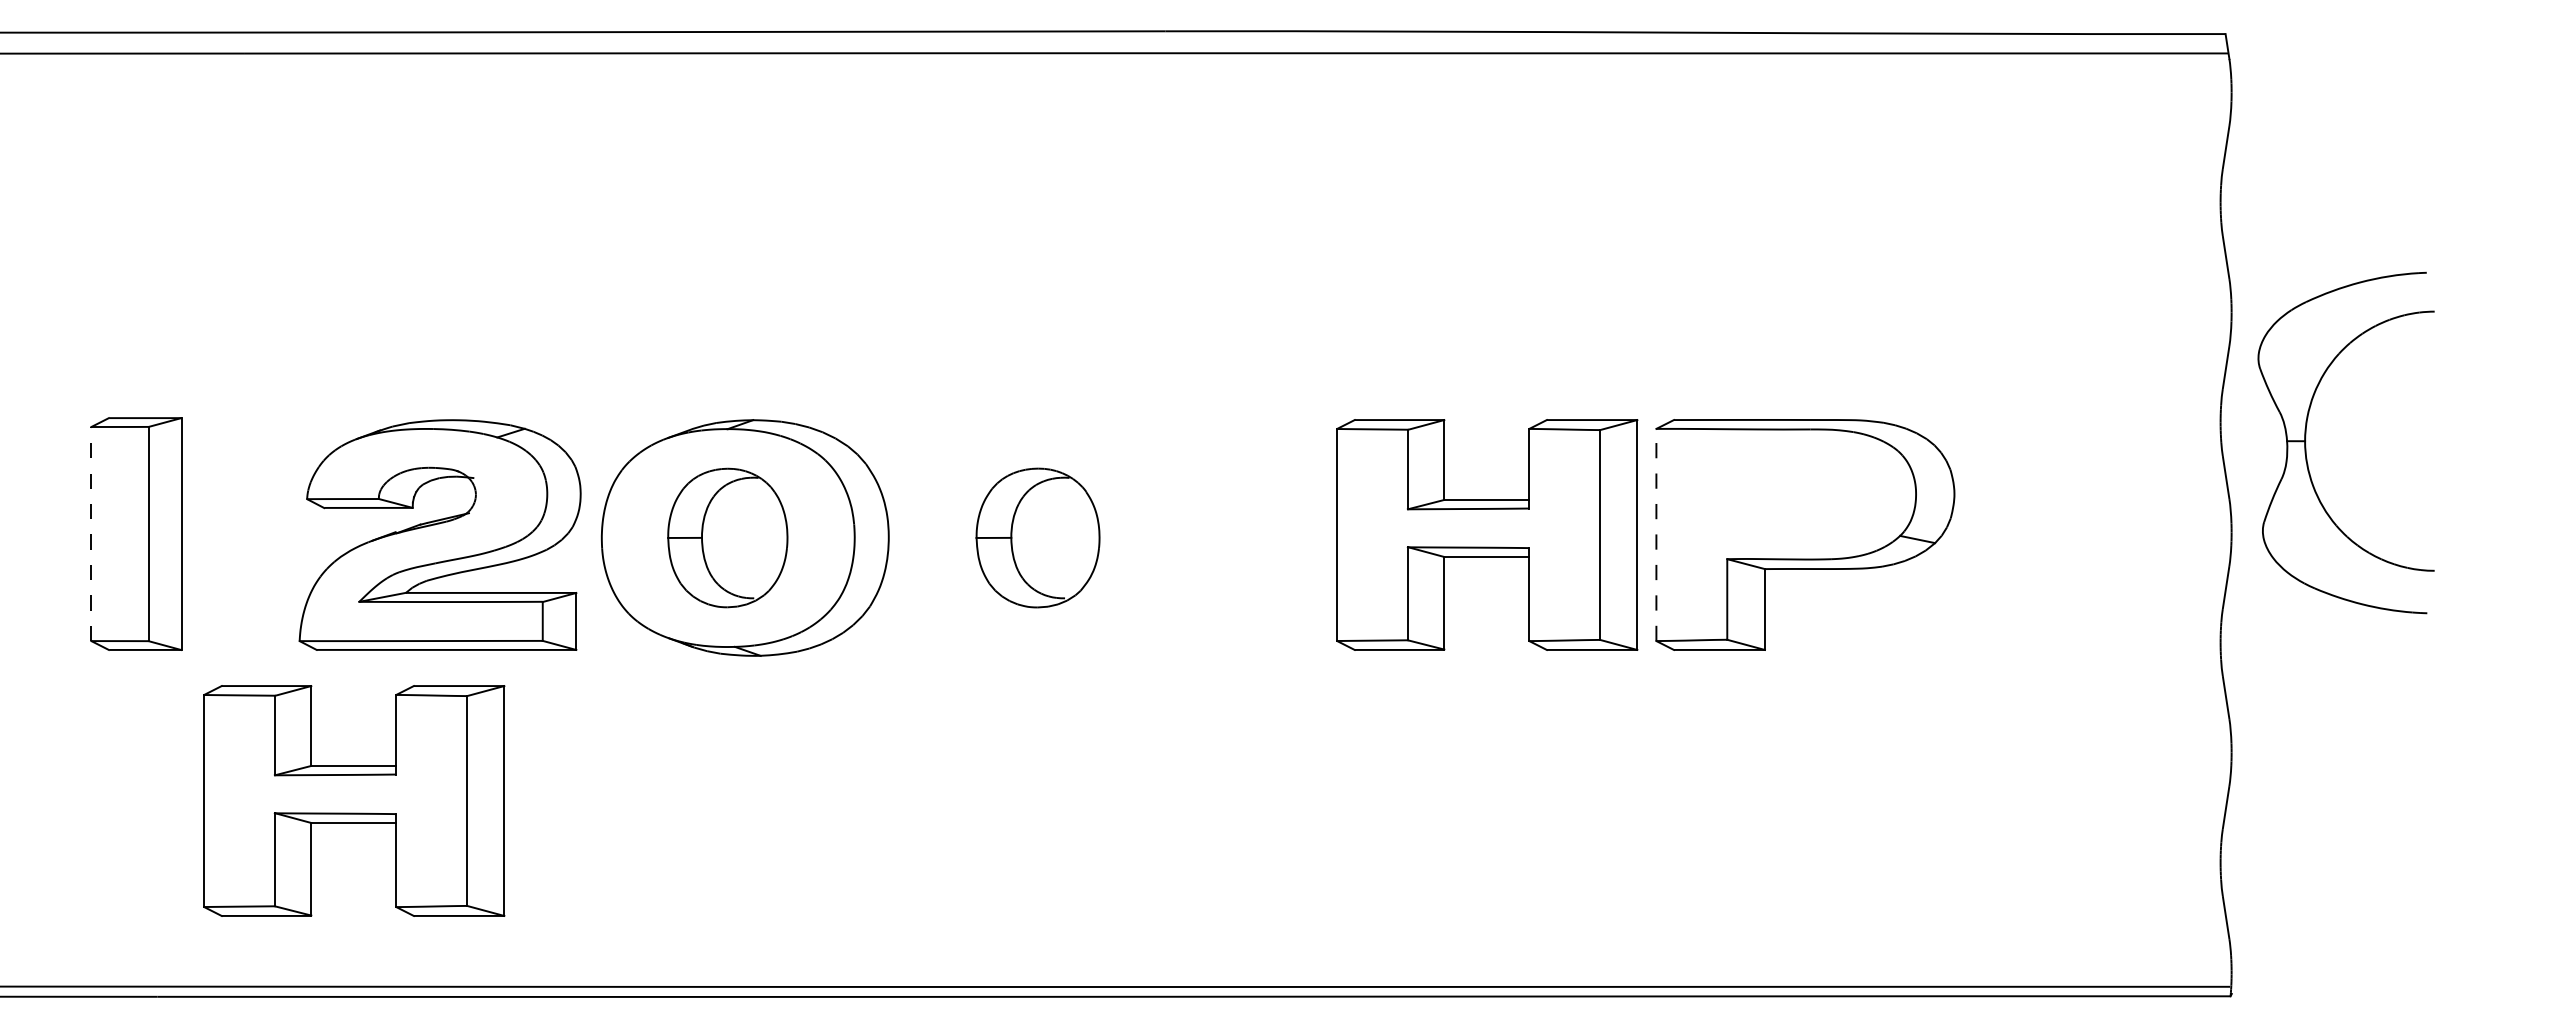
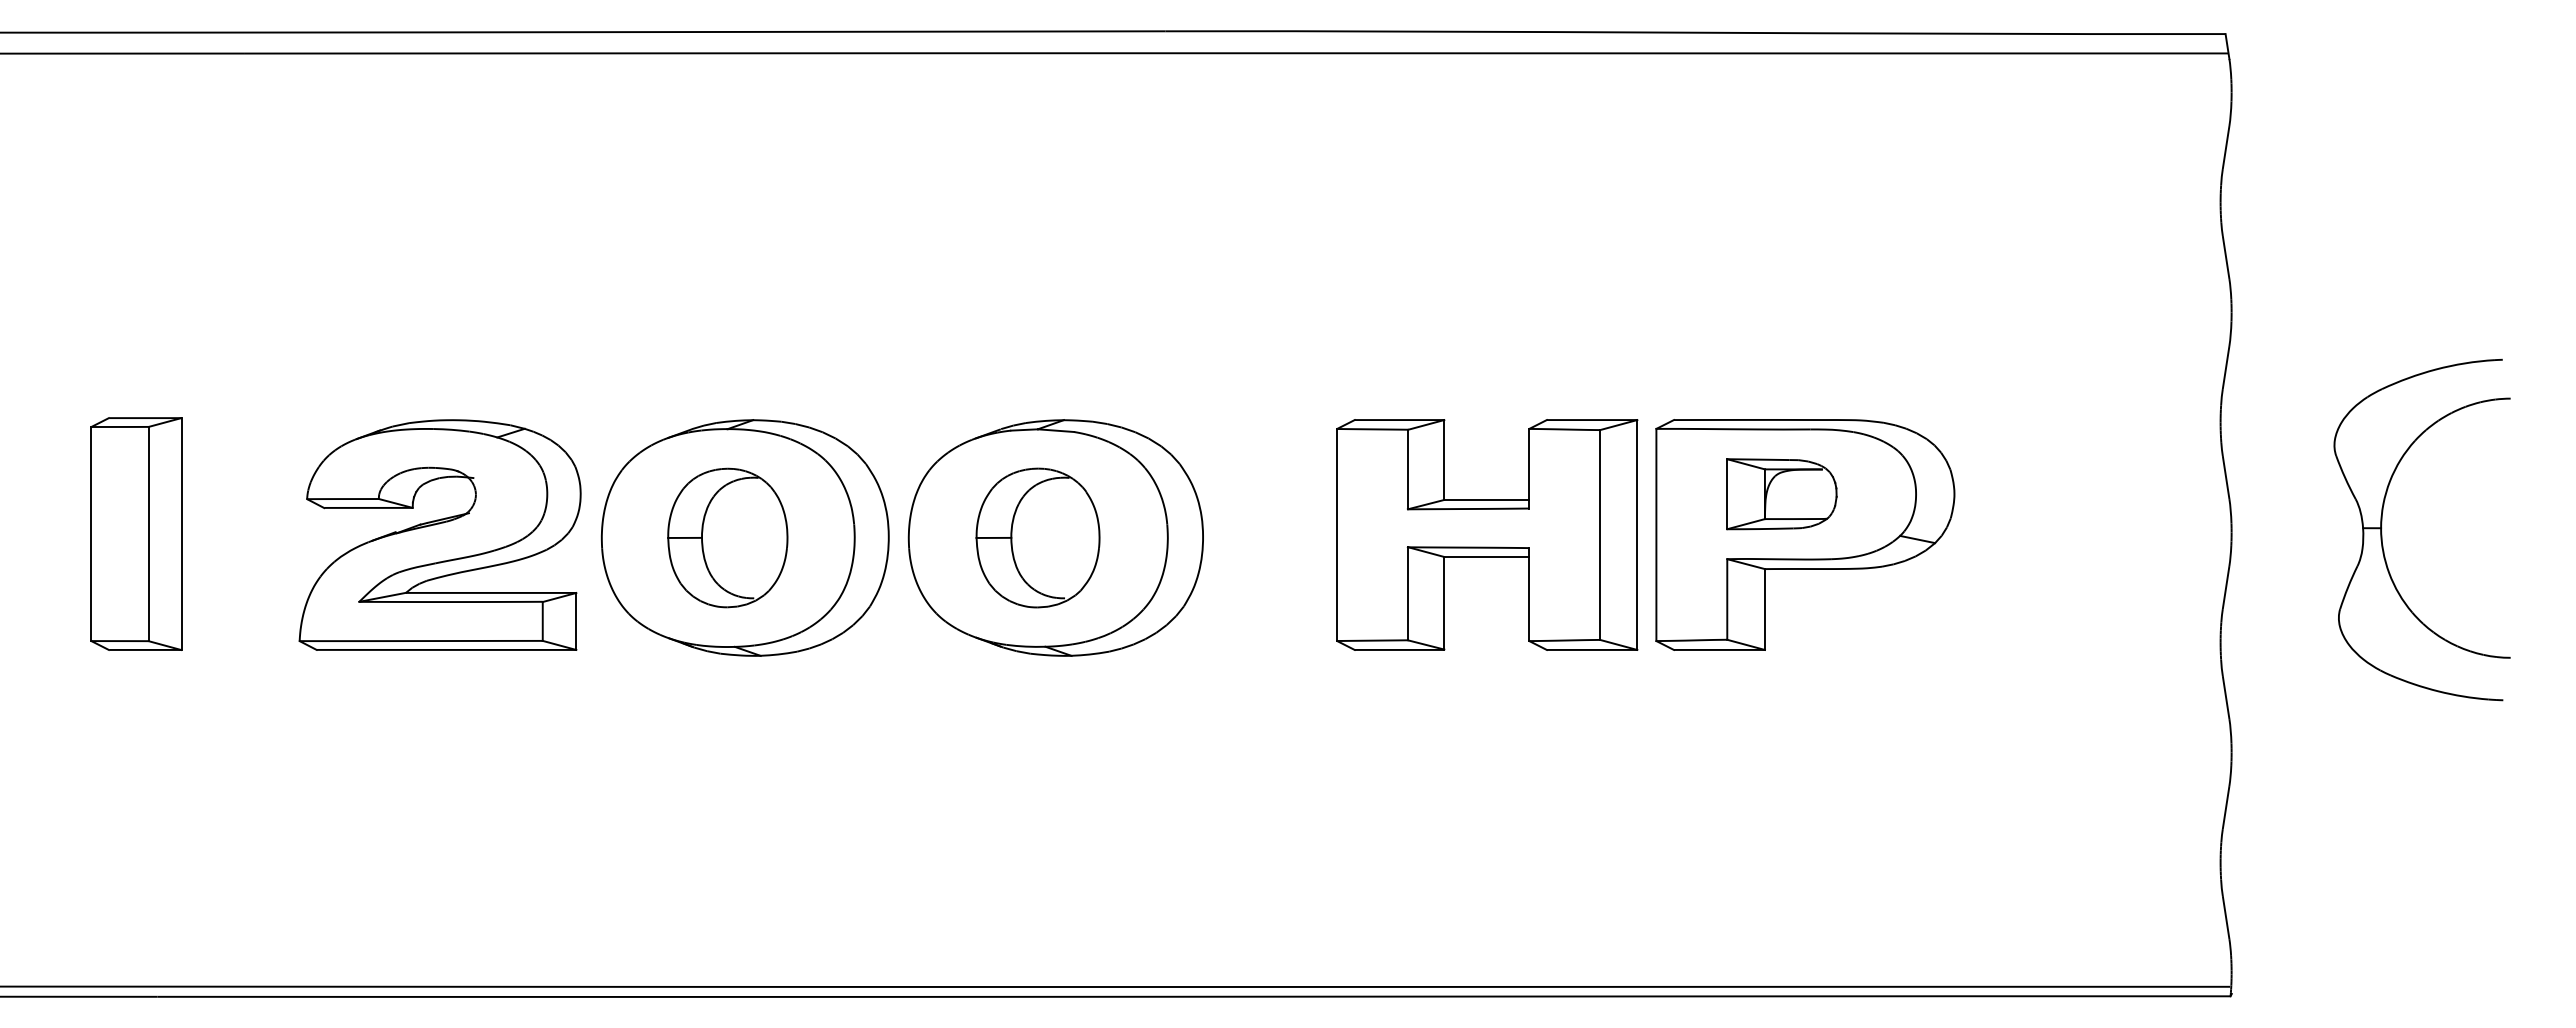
part at (2306, 441) position: (2306, 441) -> (2382, 528)
part at (1781, 494): none -> present
line at (91, 533): dashed -> solid
line at (1656, 534): dashed -> solid
part at (1055, 537): none -> present
part at (354, 800): present -> none
